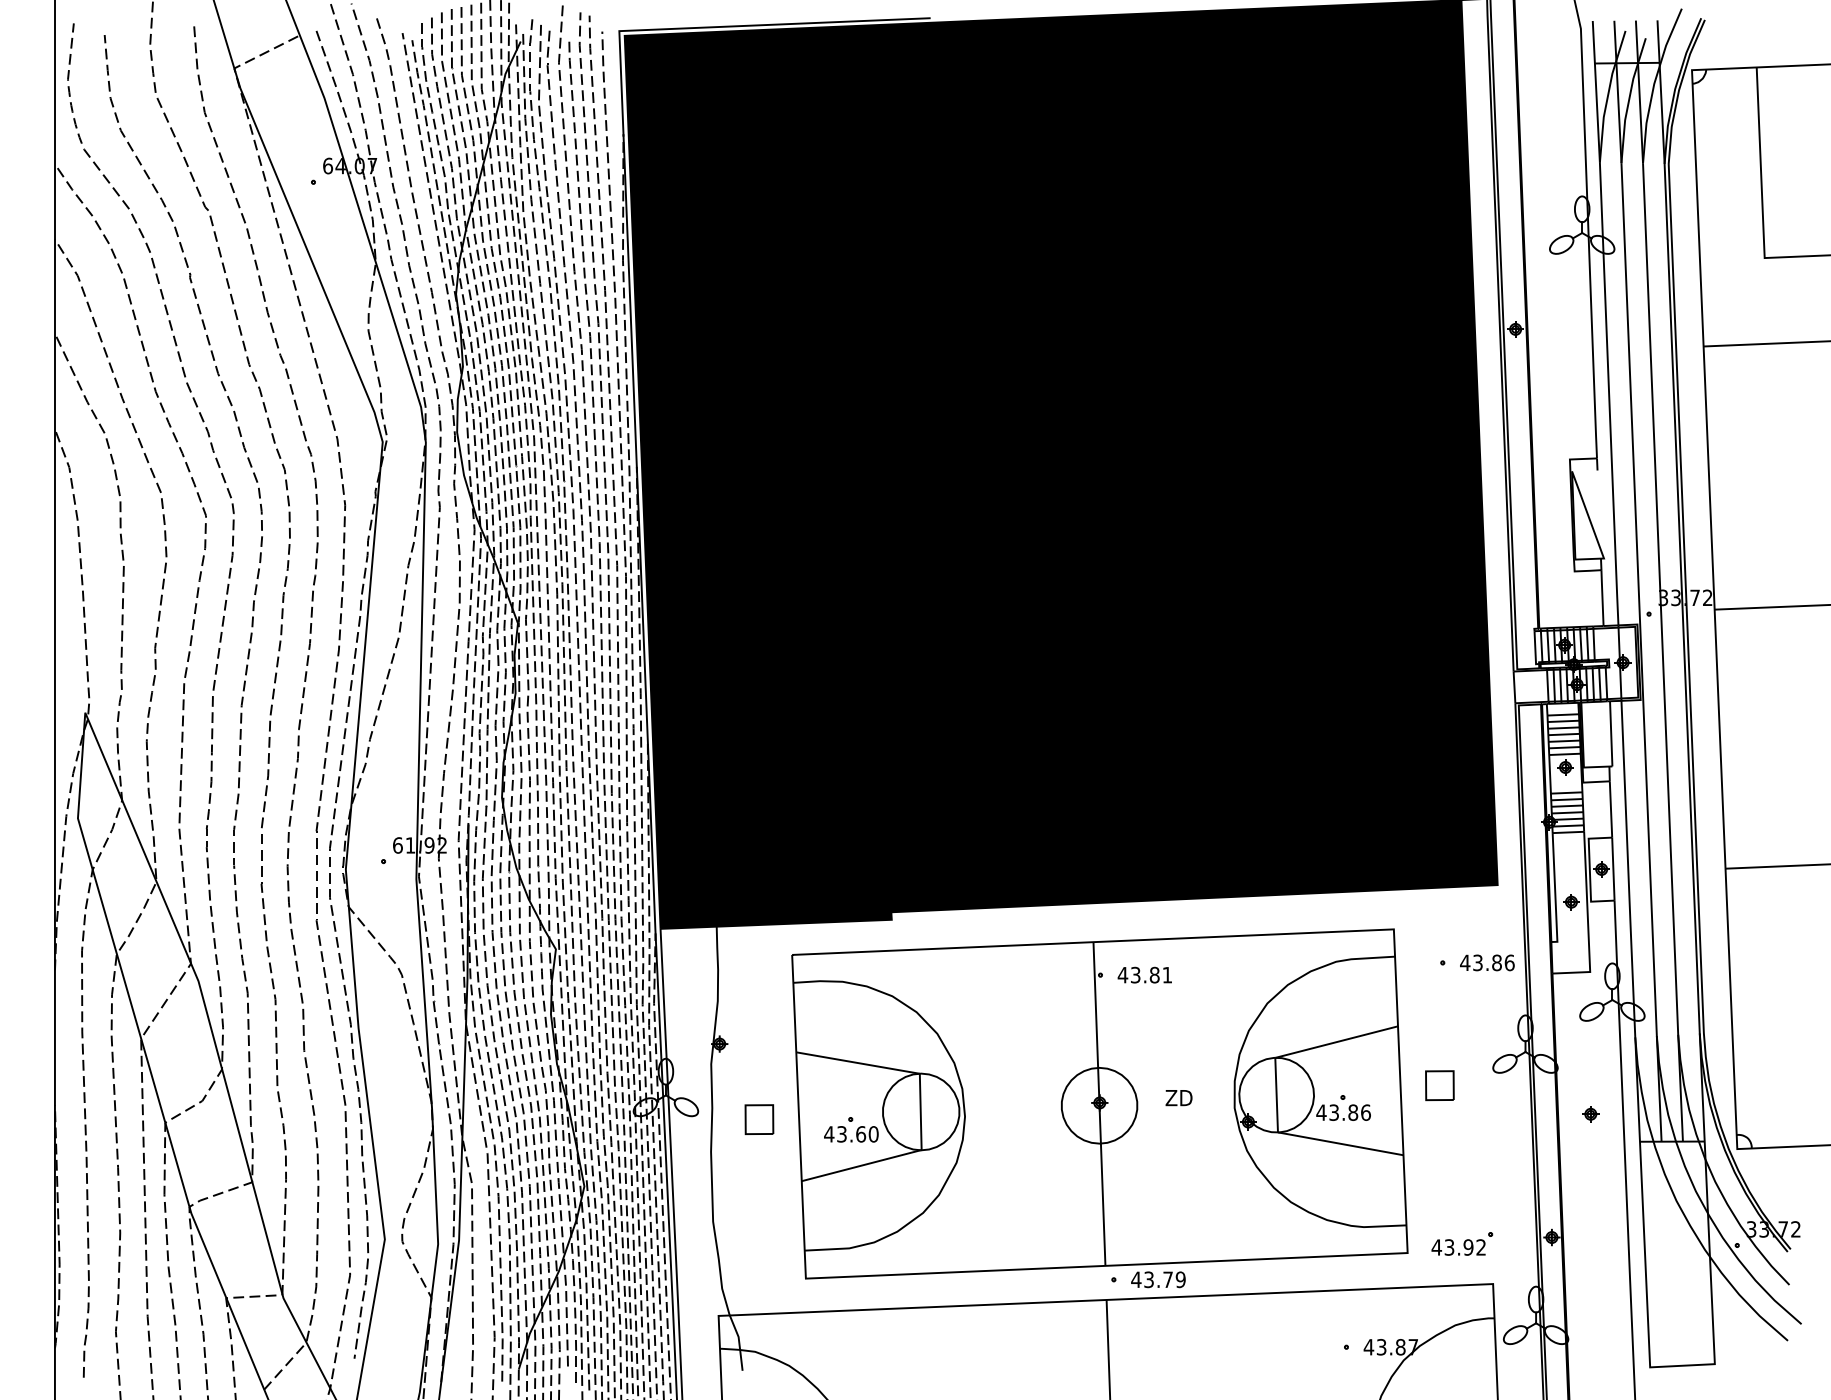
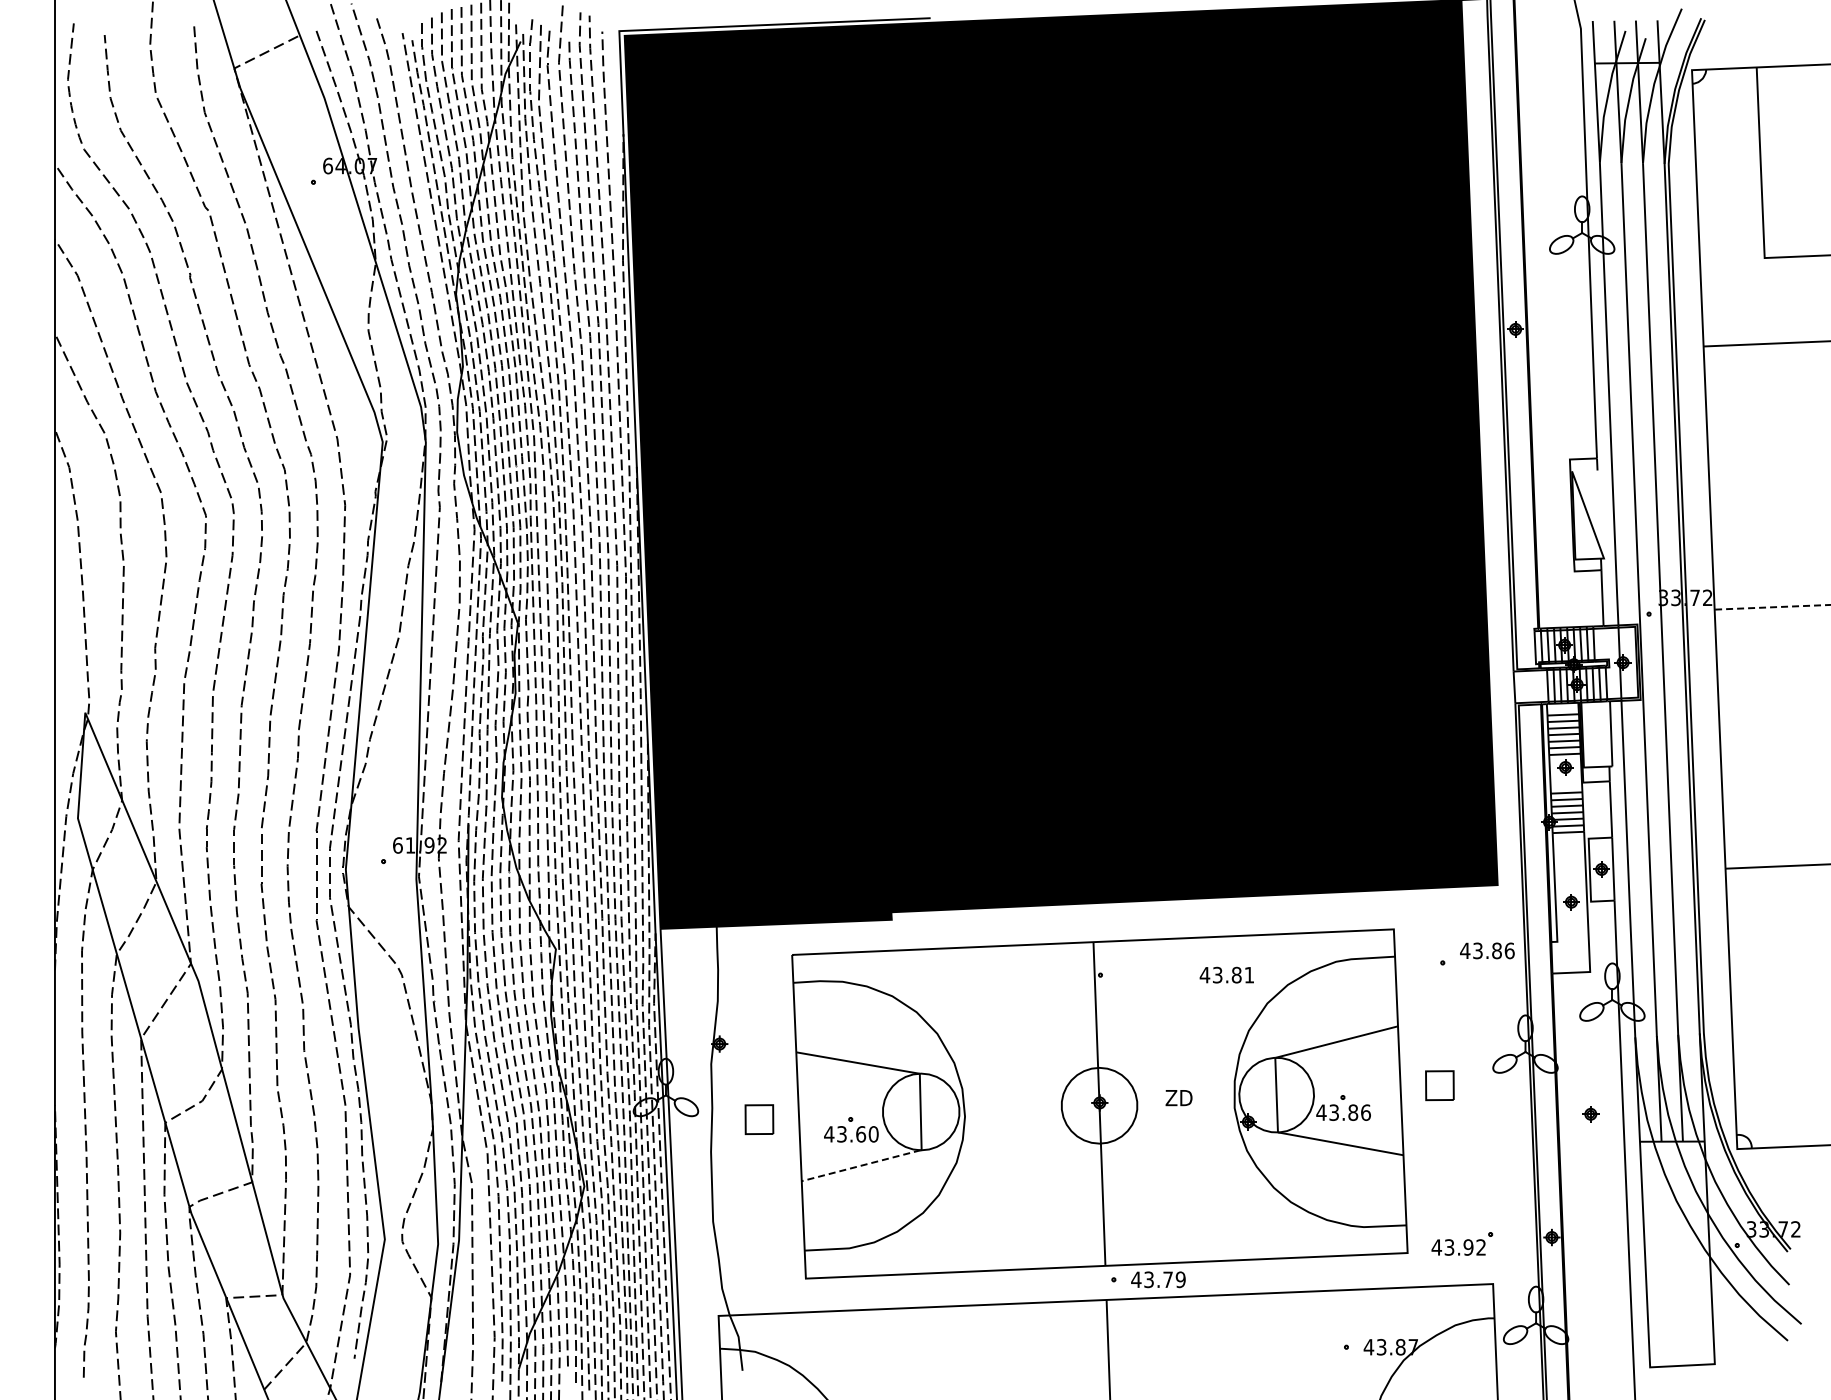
line at (1772, 607): solid -> dashed
text at (1487, 962) position: (1487, 962) -> (1487, 950)
text at (1144, 974) position: (1144, 974) -> (1226, 974)
line at (860, 1165): solid -> dashed
